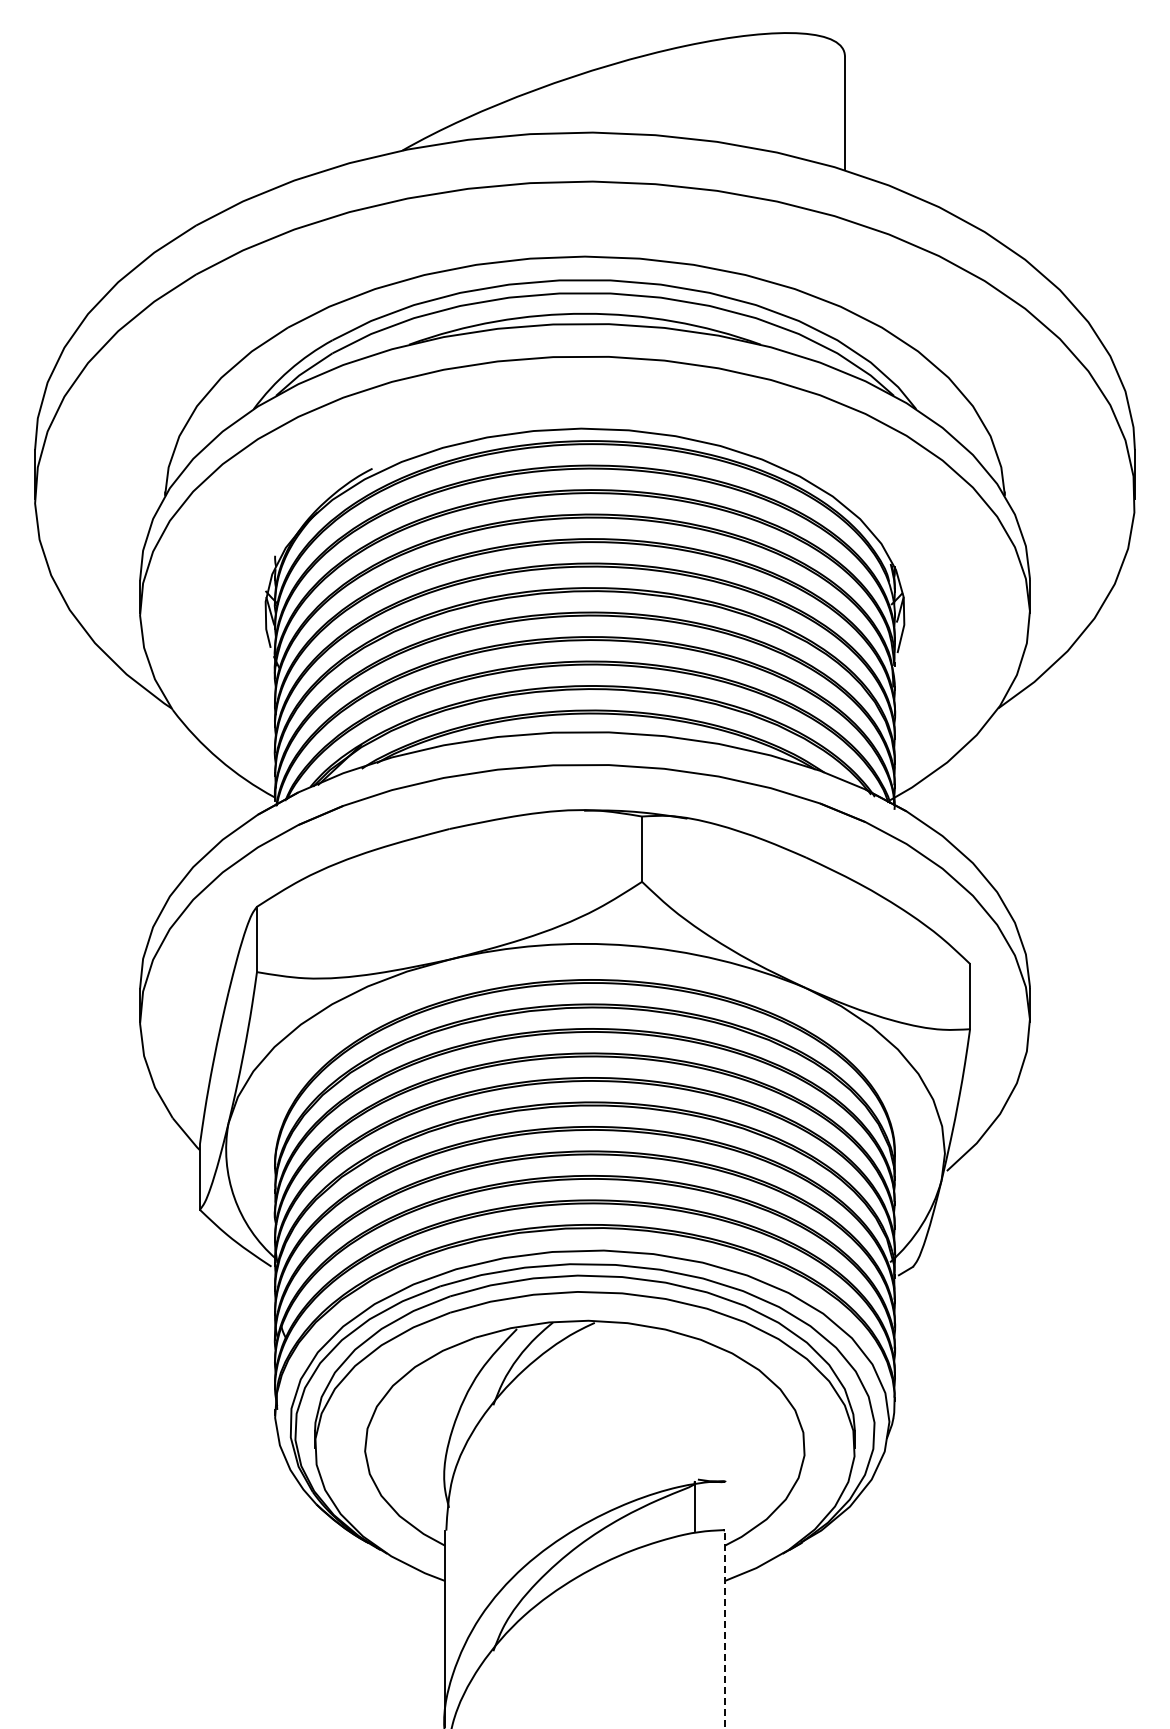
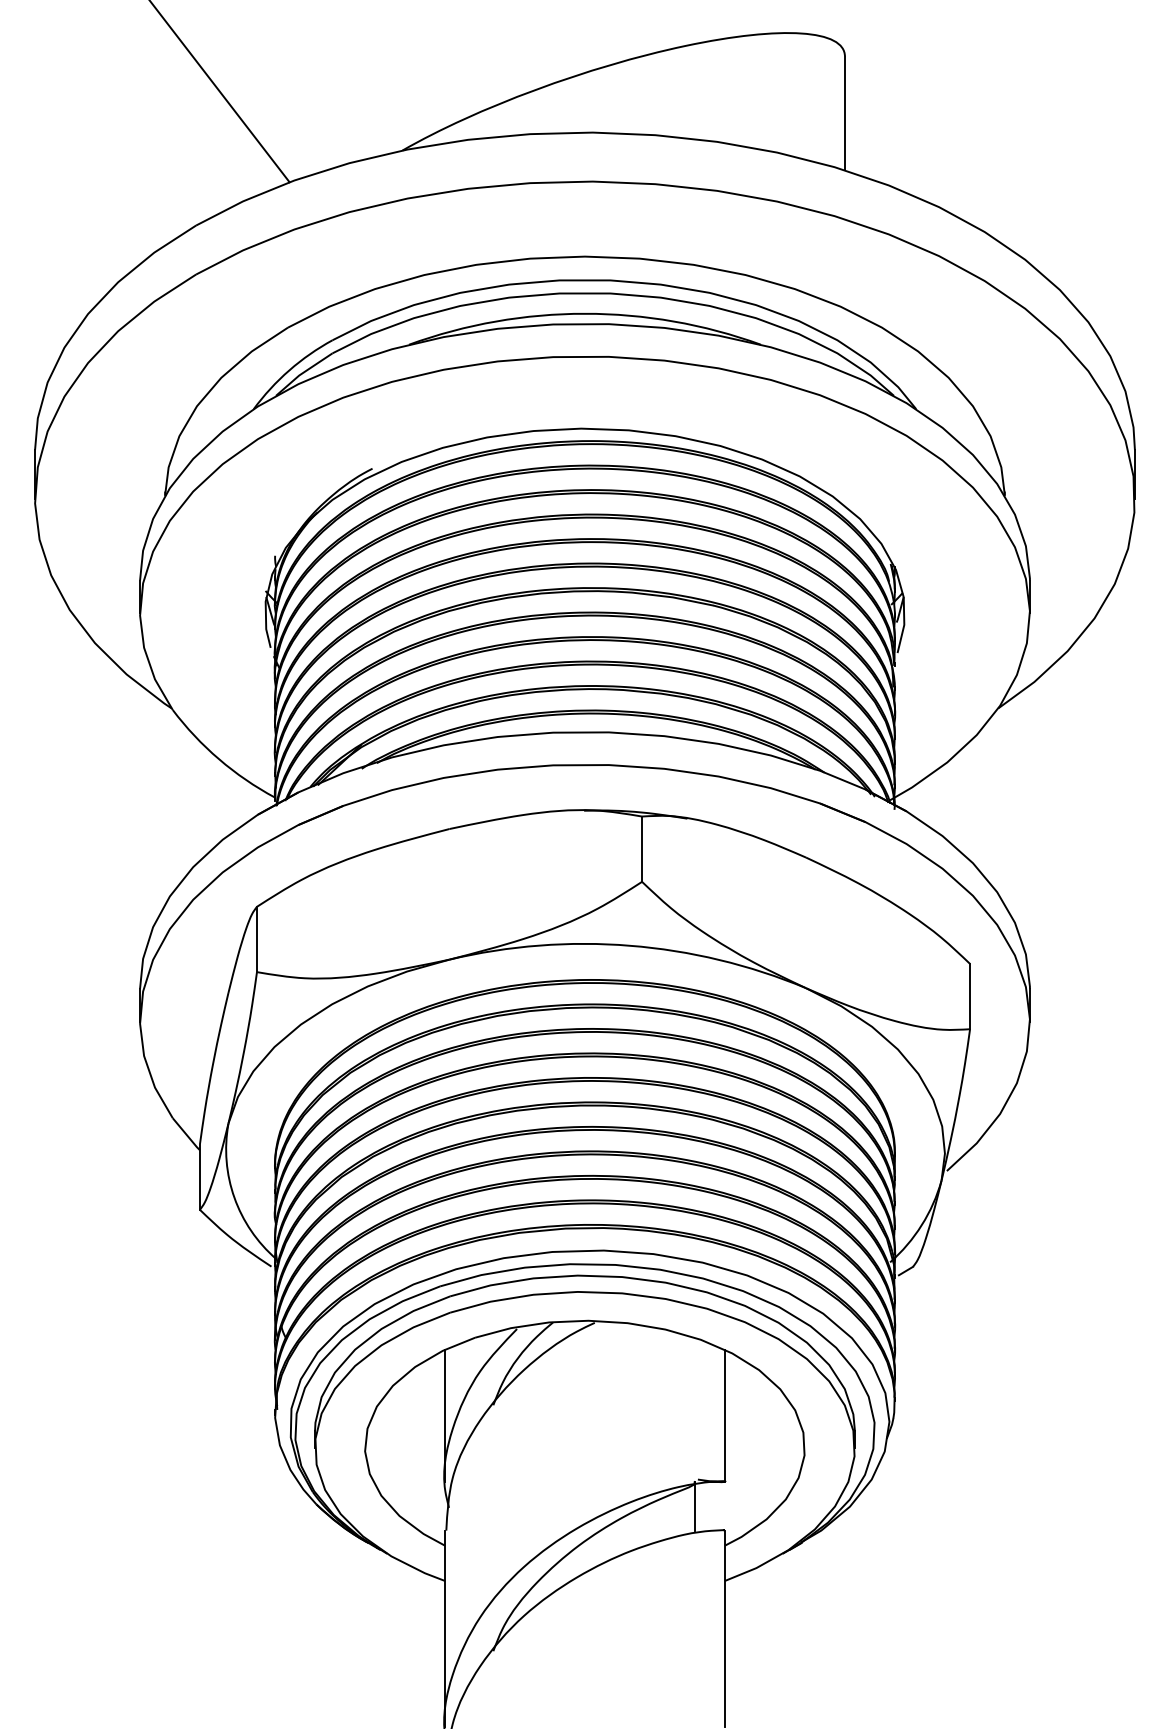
line at (220, 92): none -> present
line at (445, 1415): none -> present
line at (724, 1415): none -> present
line at (724, 1628): dashed -> solid
